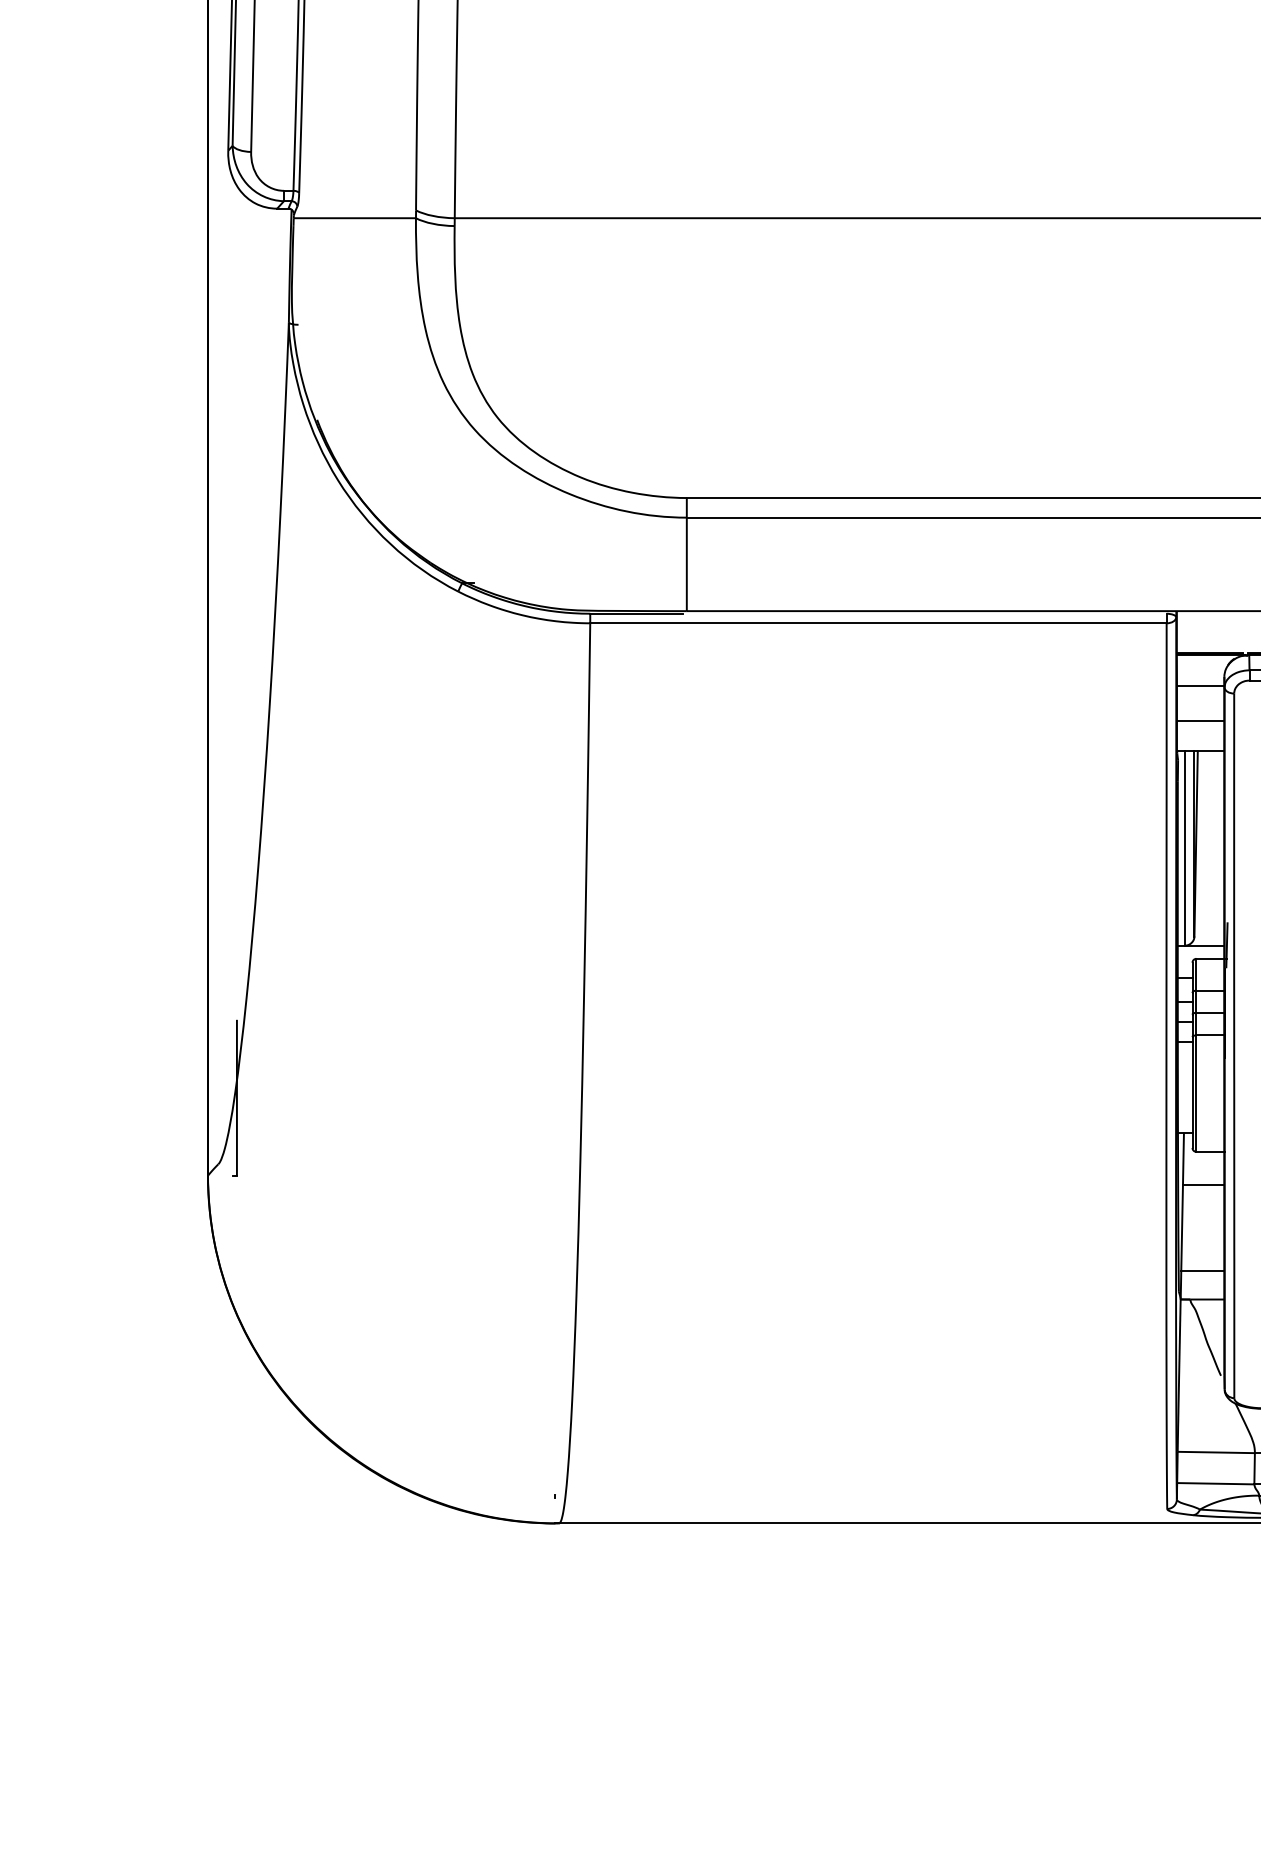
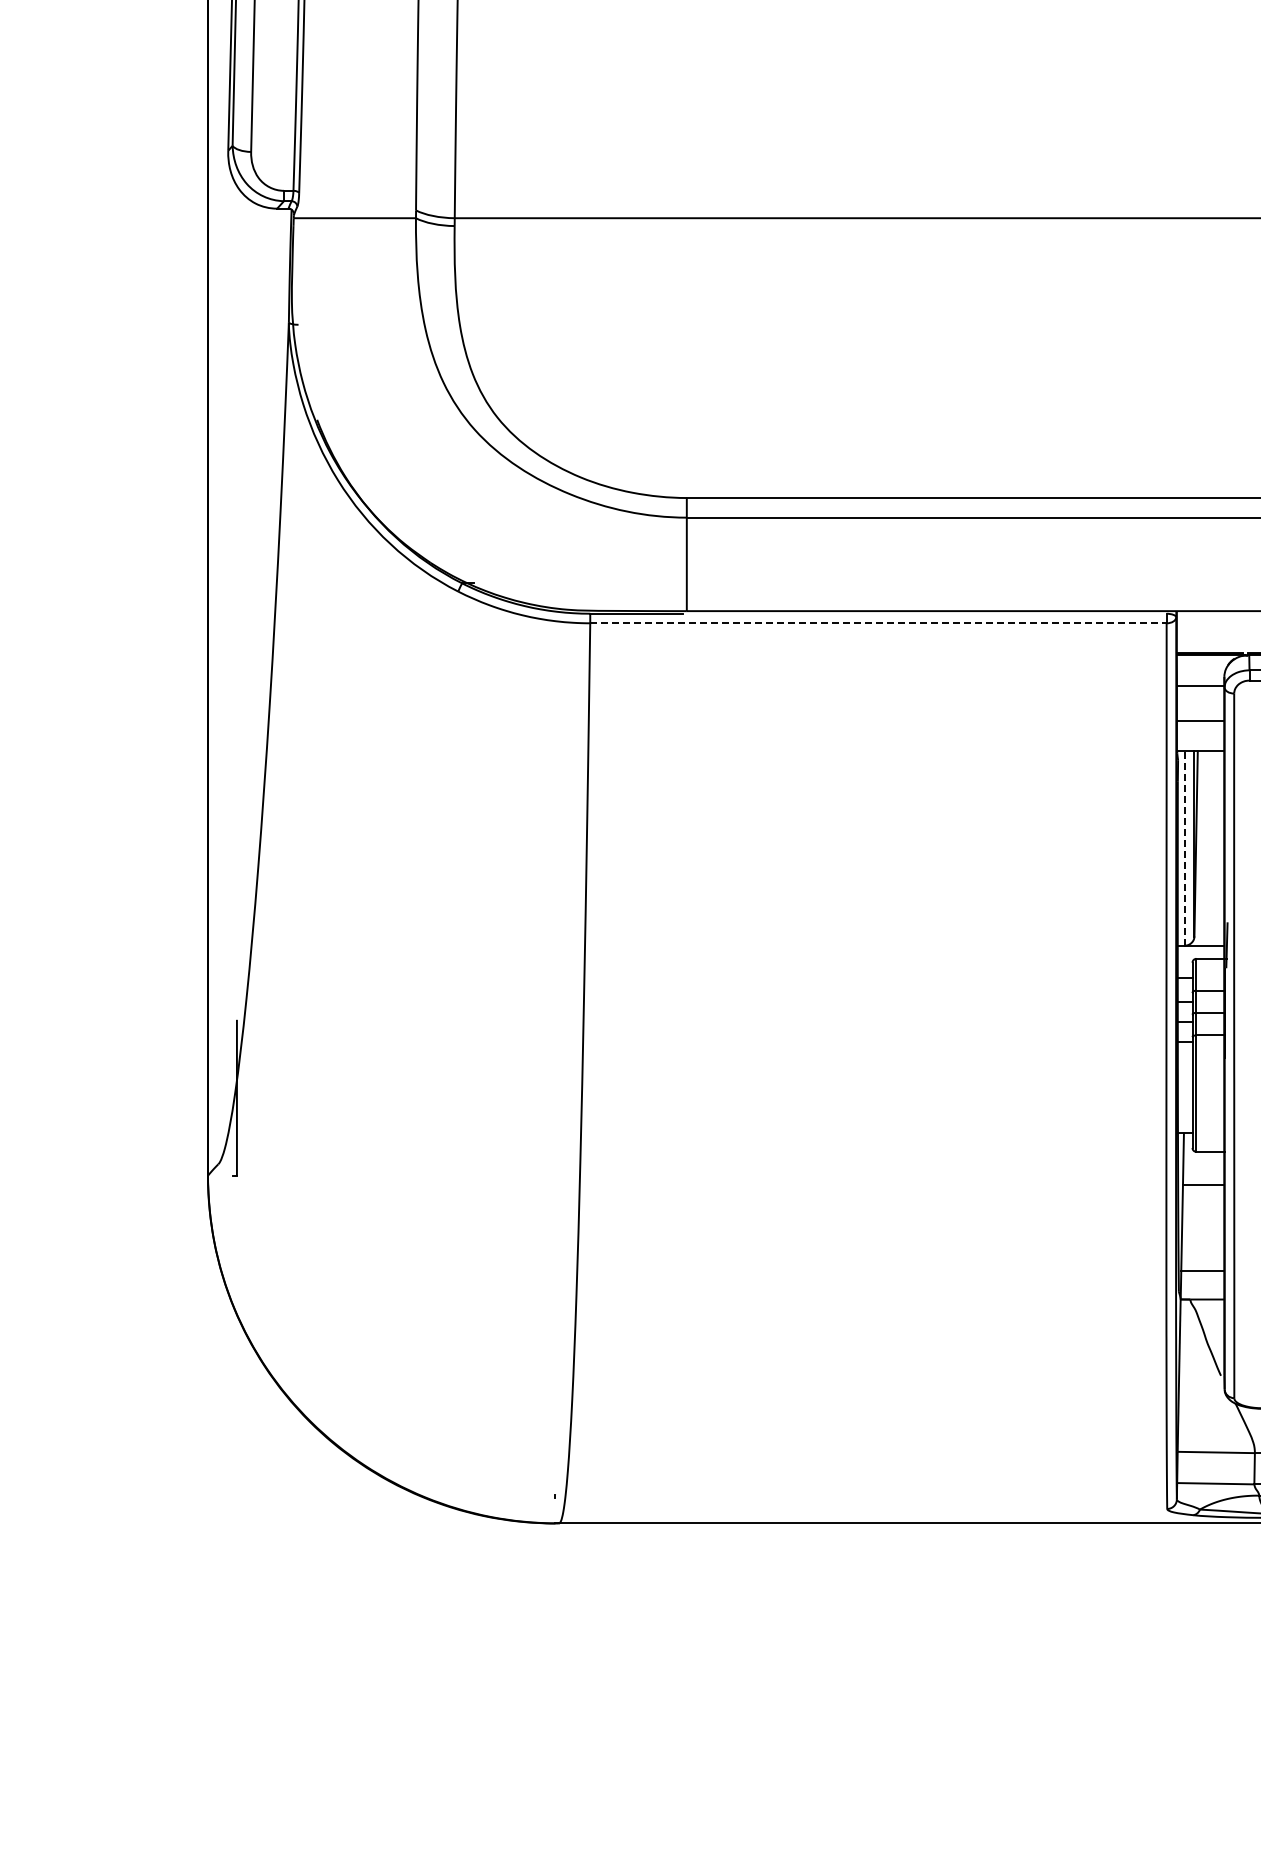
line at (878, 623): solid -> dashed
line at (1184, 848): solid -> dashed
